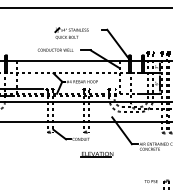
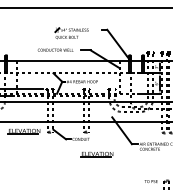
part at (23, 131): none -> present
